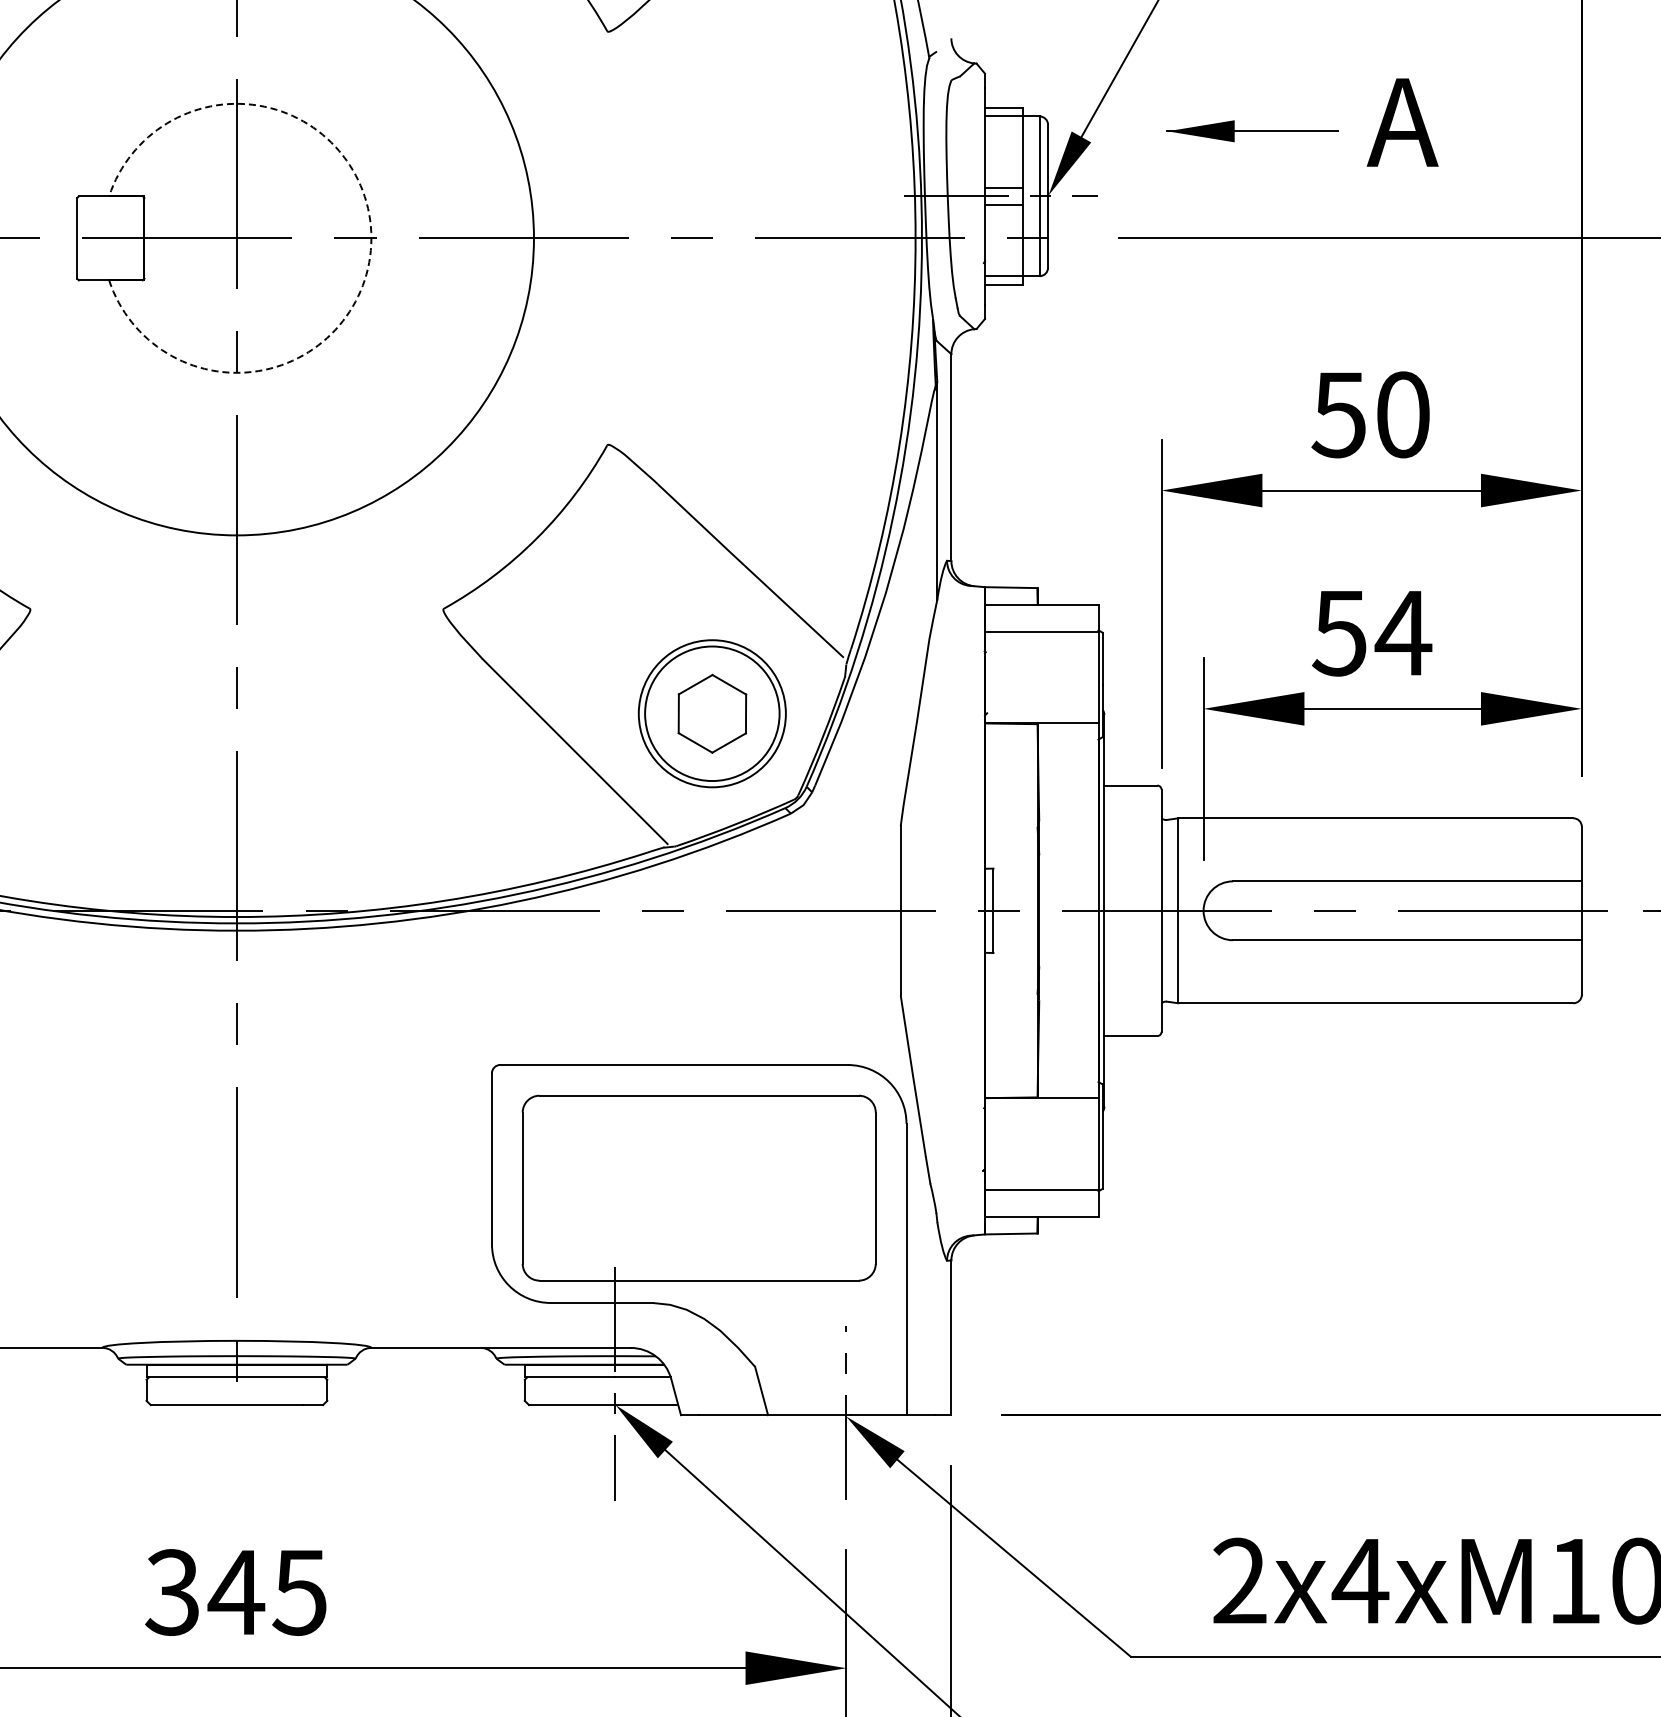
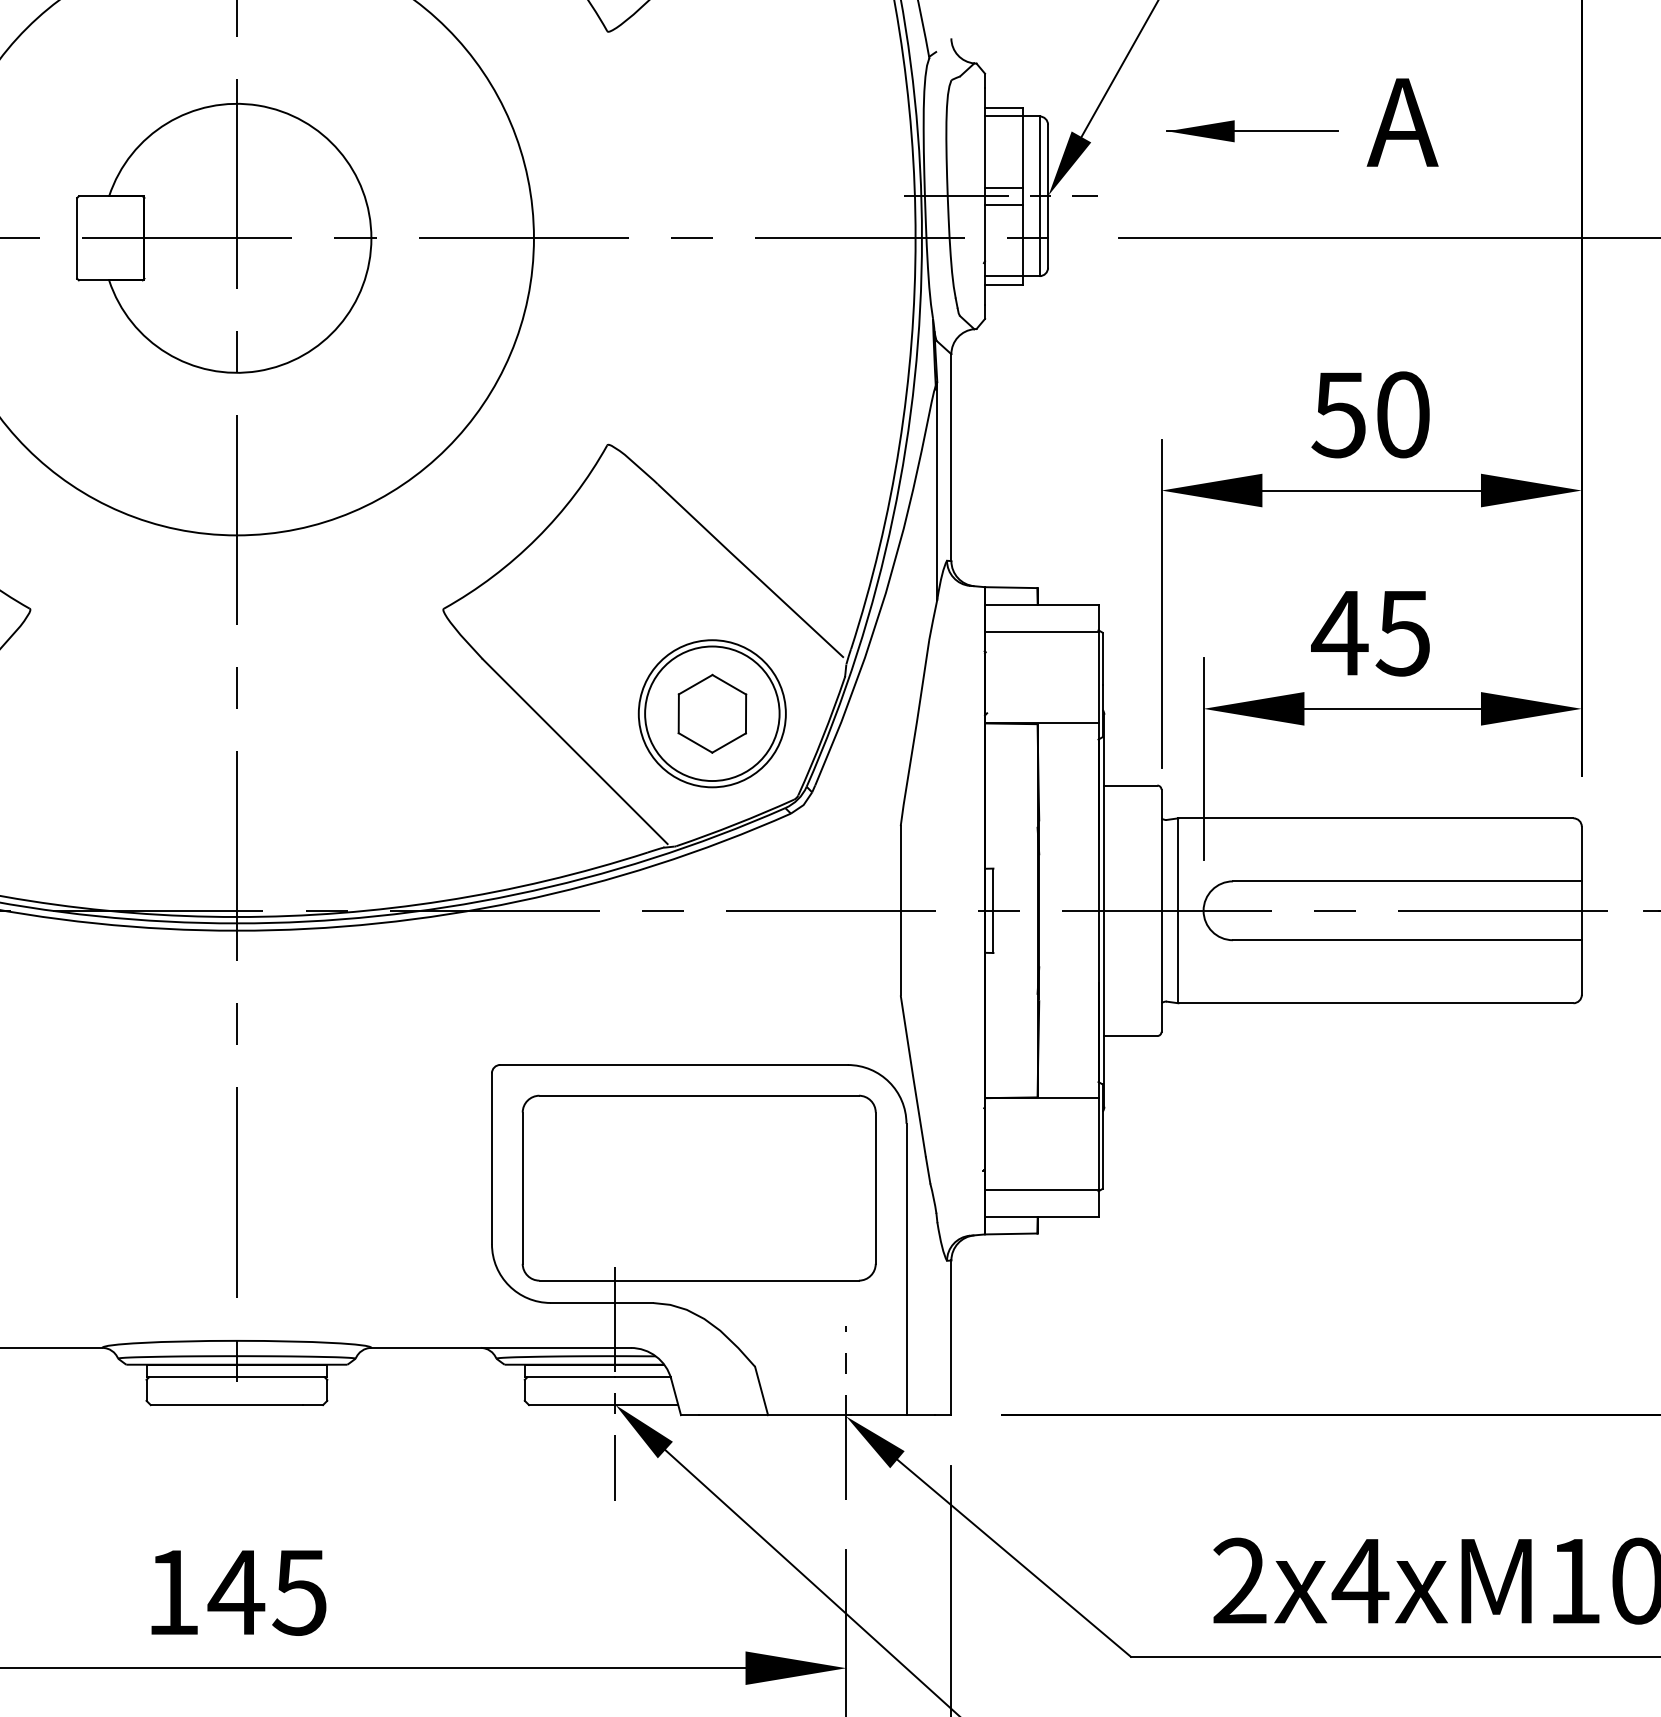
arc at (371, 238): dashed -> solid
text at (1371, 633): 54 -> 45
text at (171, 1592): 345 -> 145
